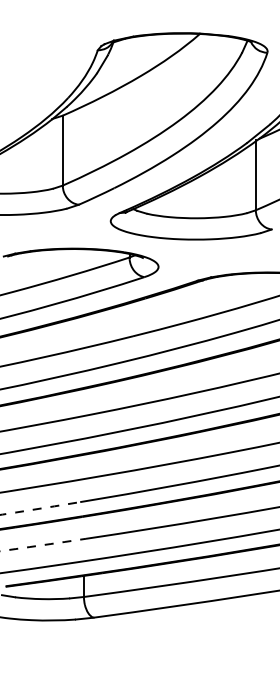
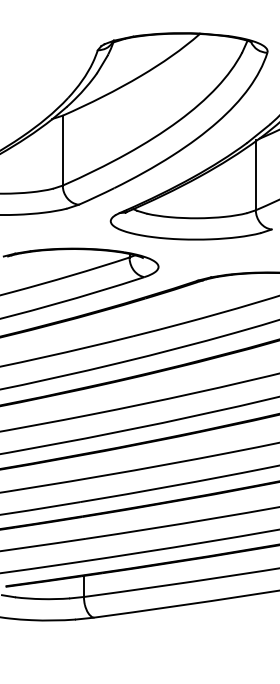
arc at (40, 508): dashed -> solid
arc at (43, 545): dashed -> solid
